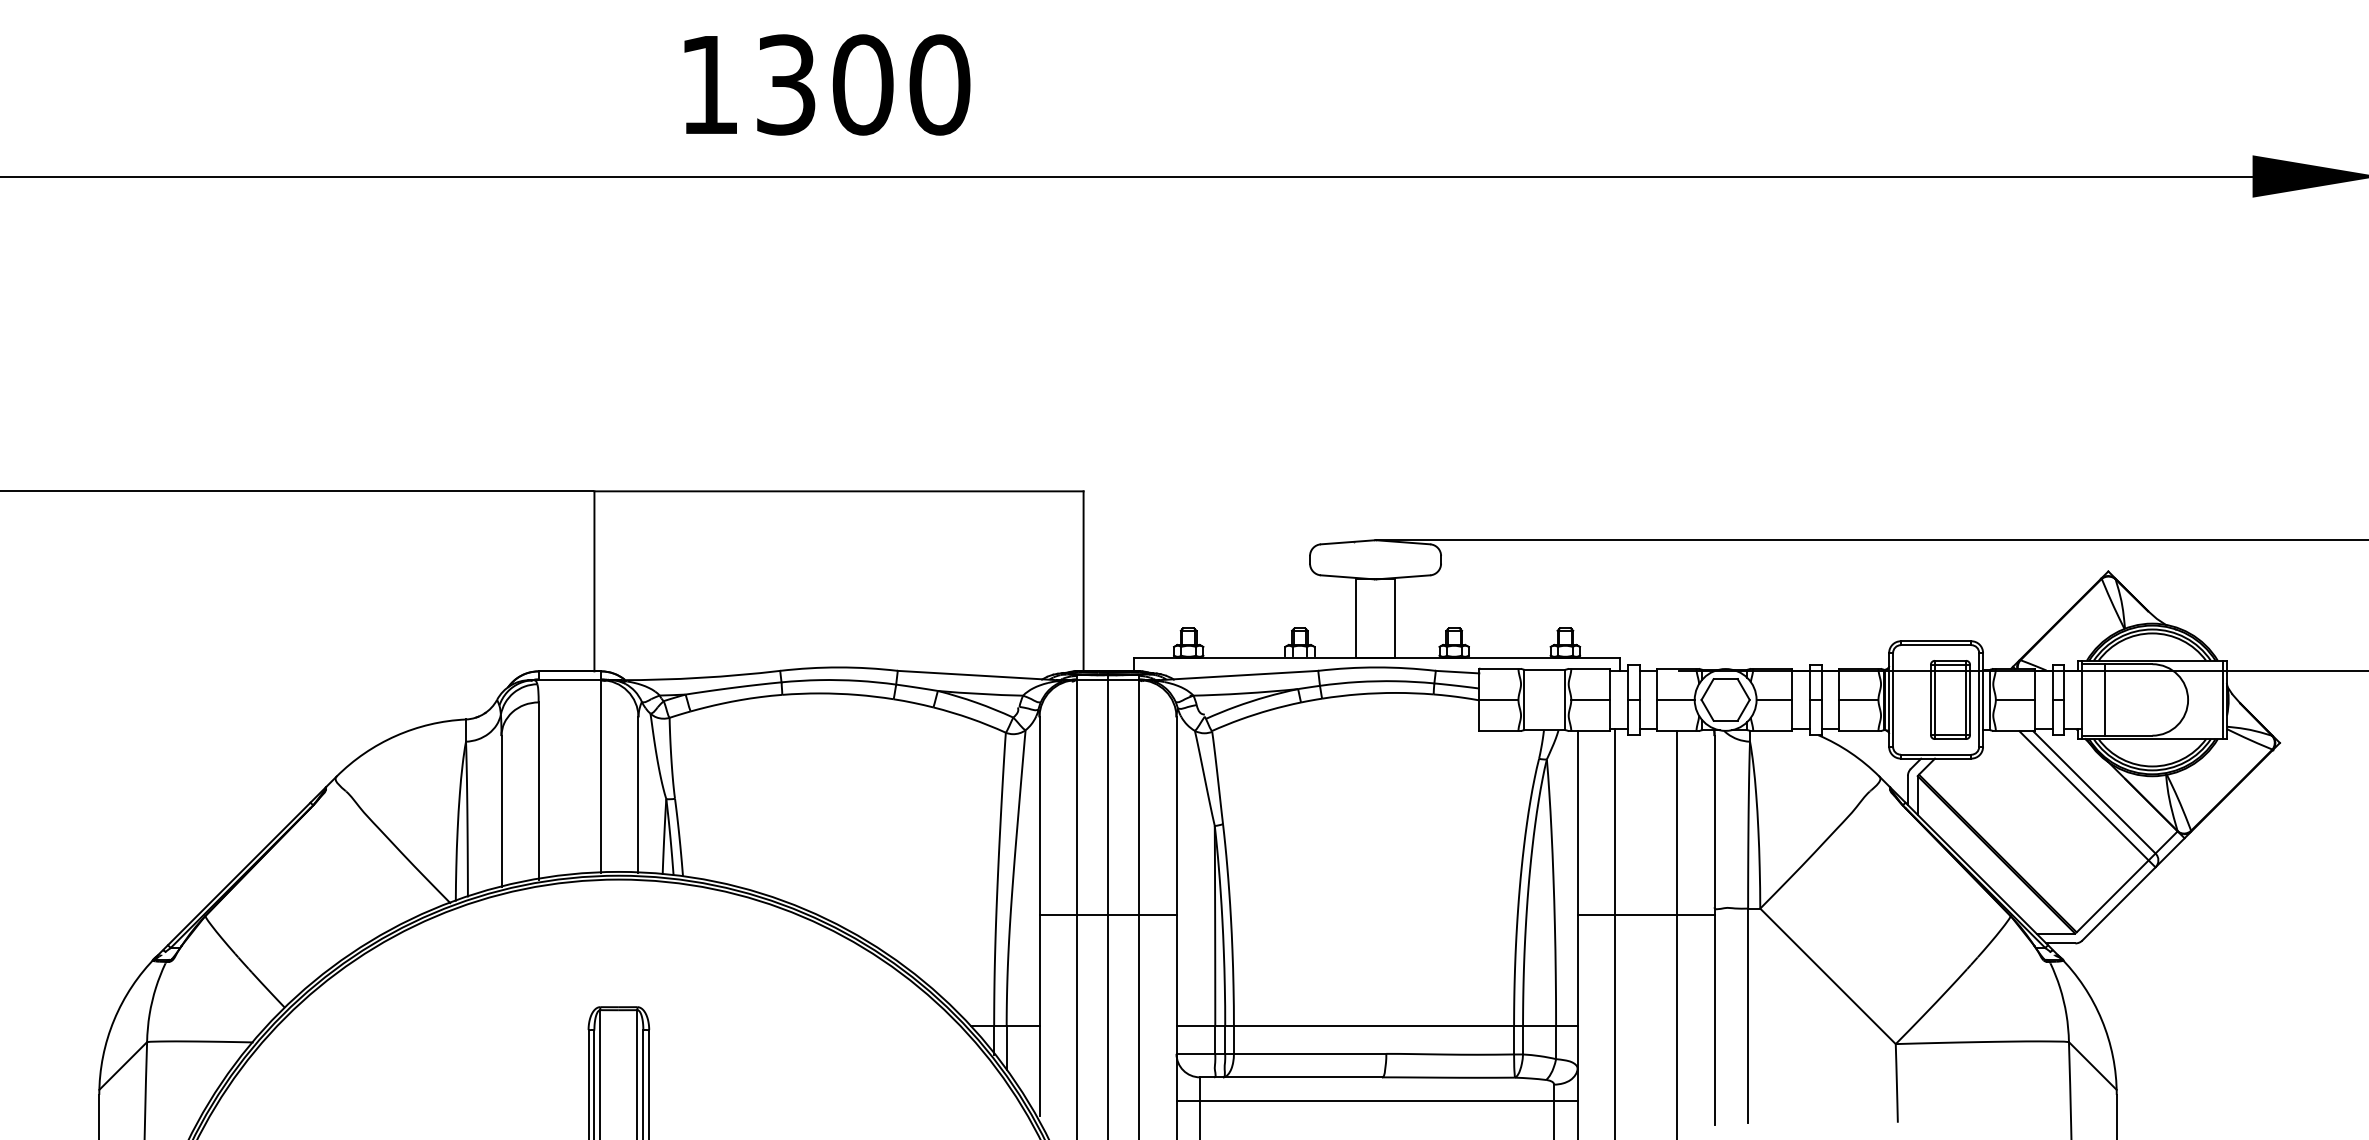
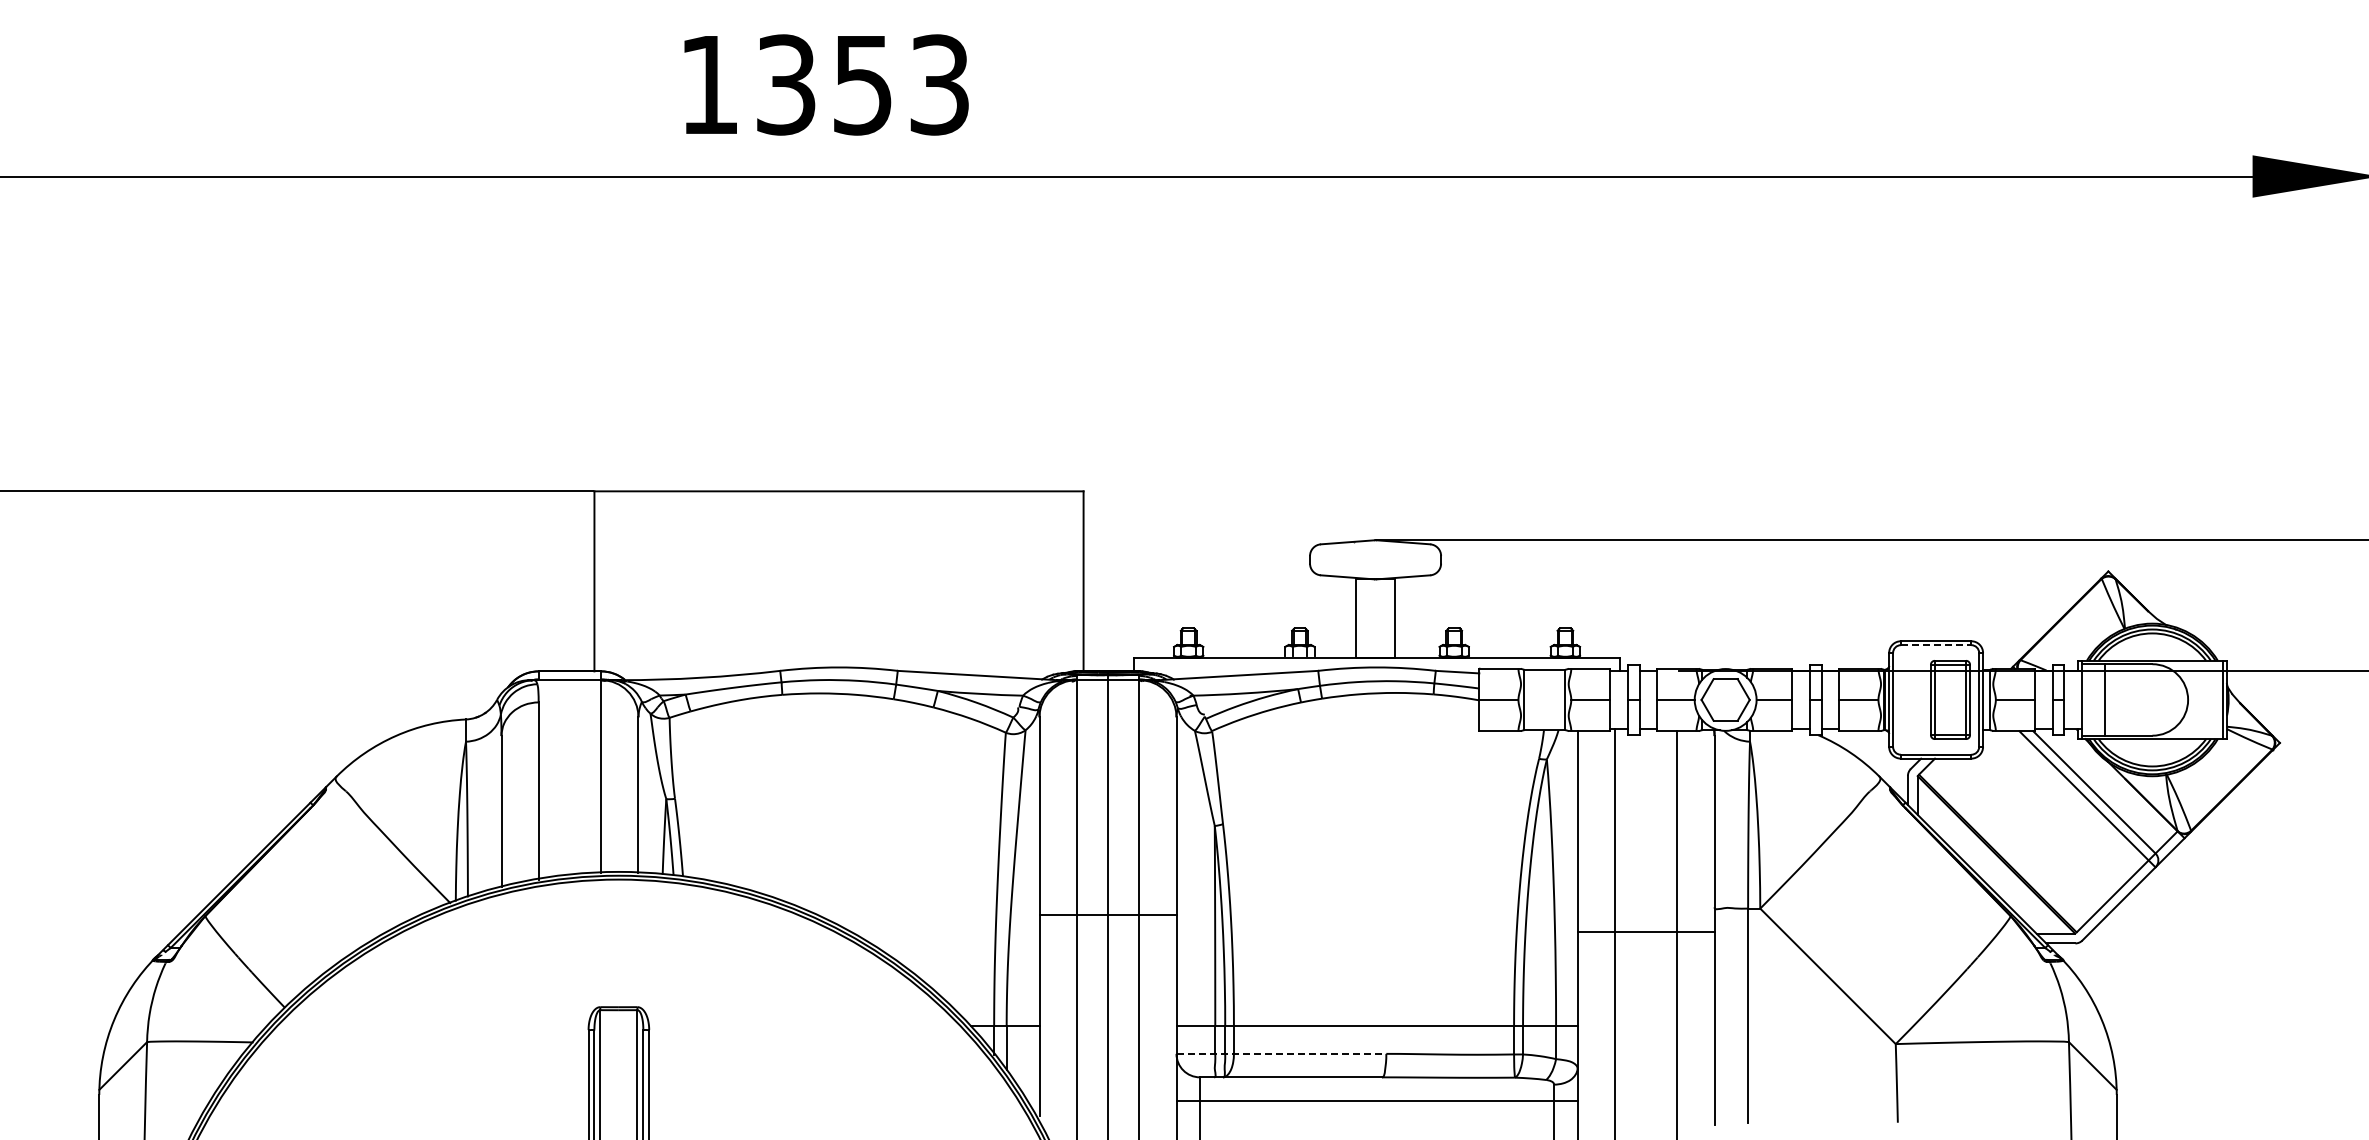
text at (901, 84): 1300 -> 1353
line at (1936, 645): solid -> dashed
line at (1645, 914) position: (1645, 914) -> (1645, 931)
line at (1281, 1053): solid -> dashed
